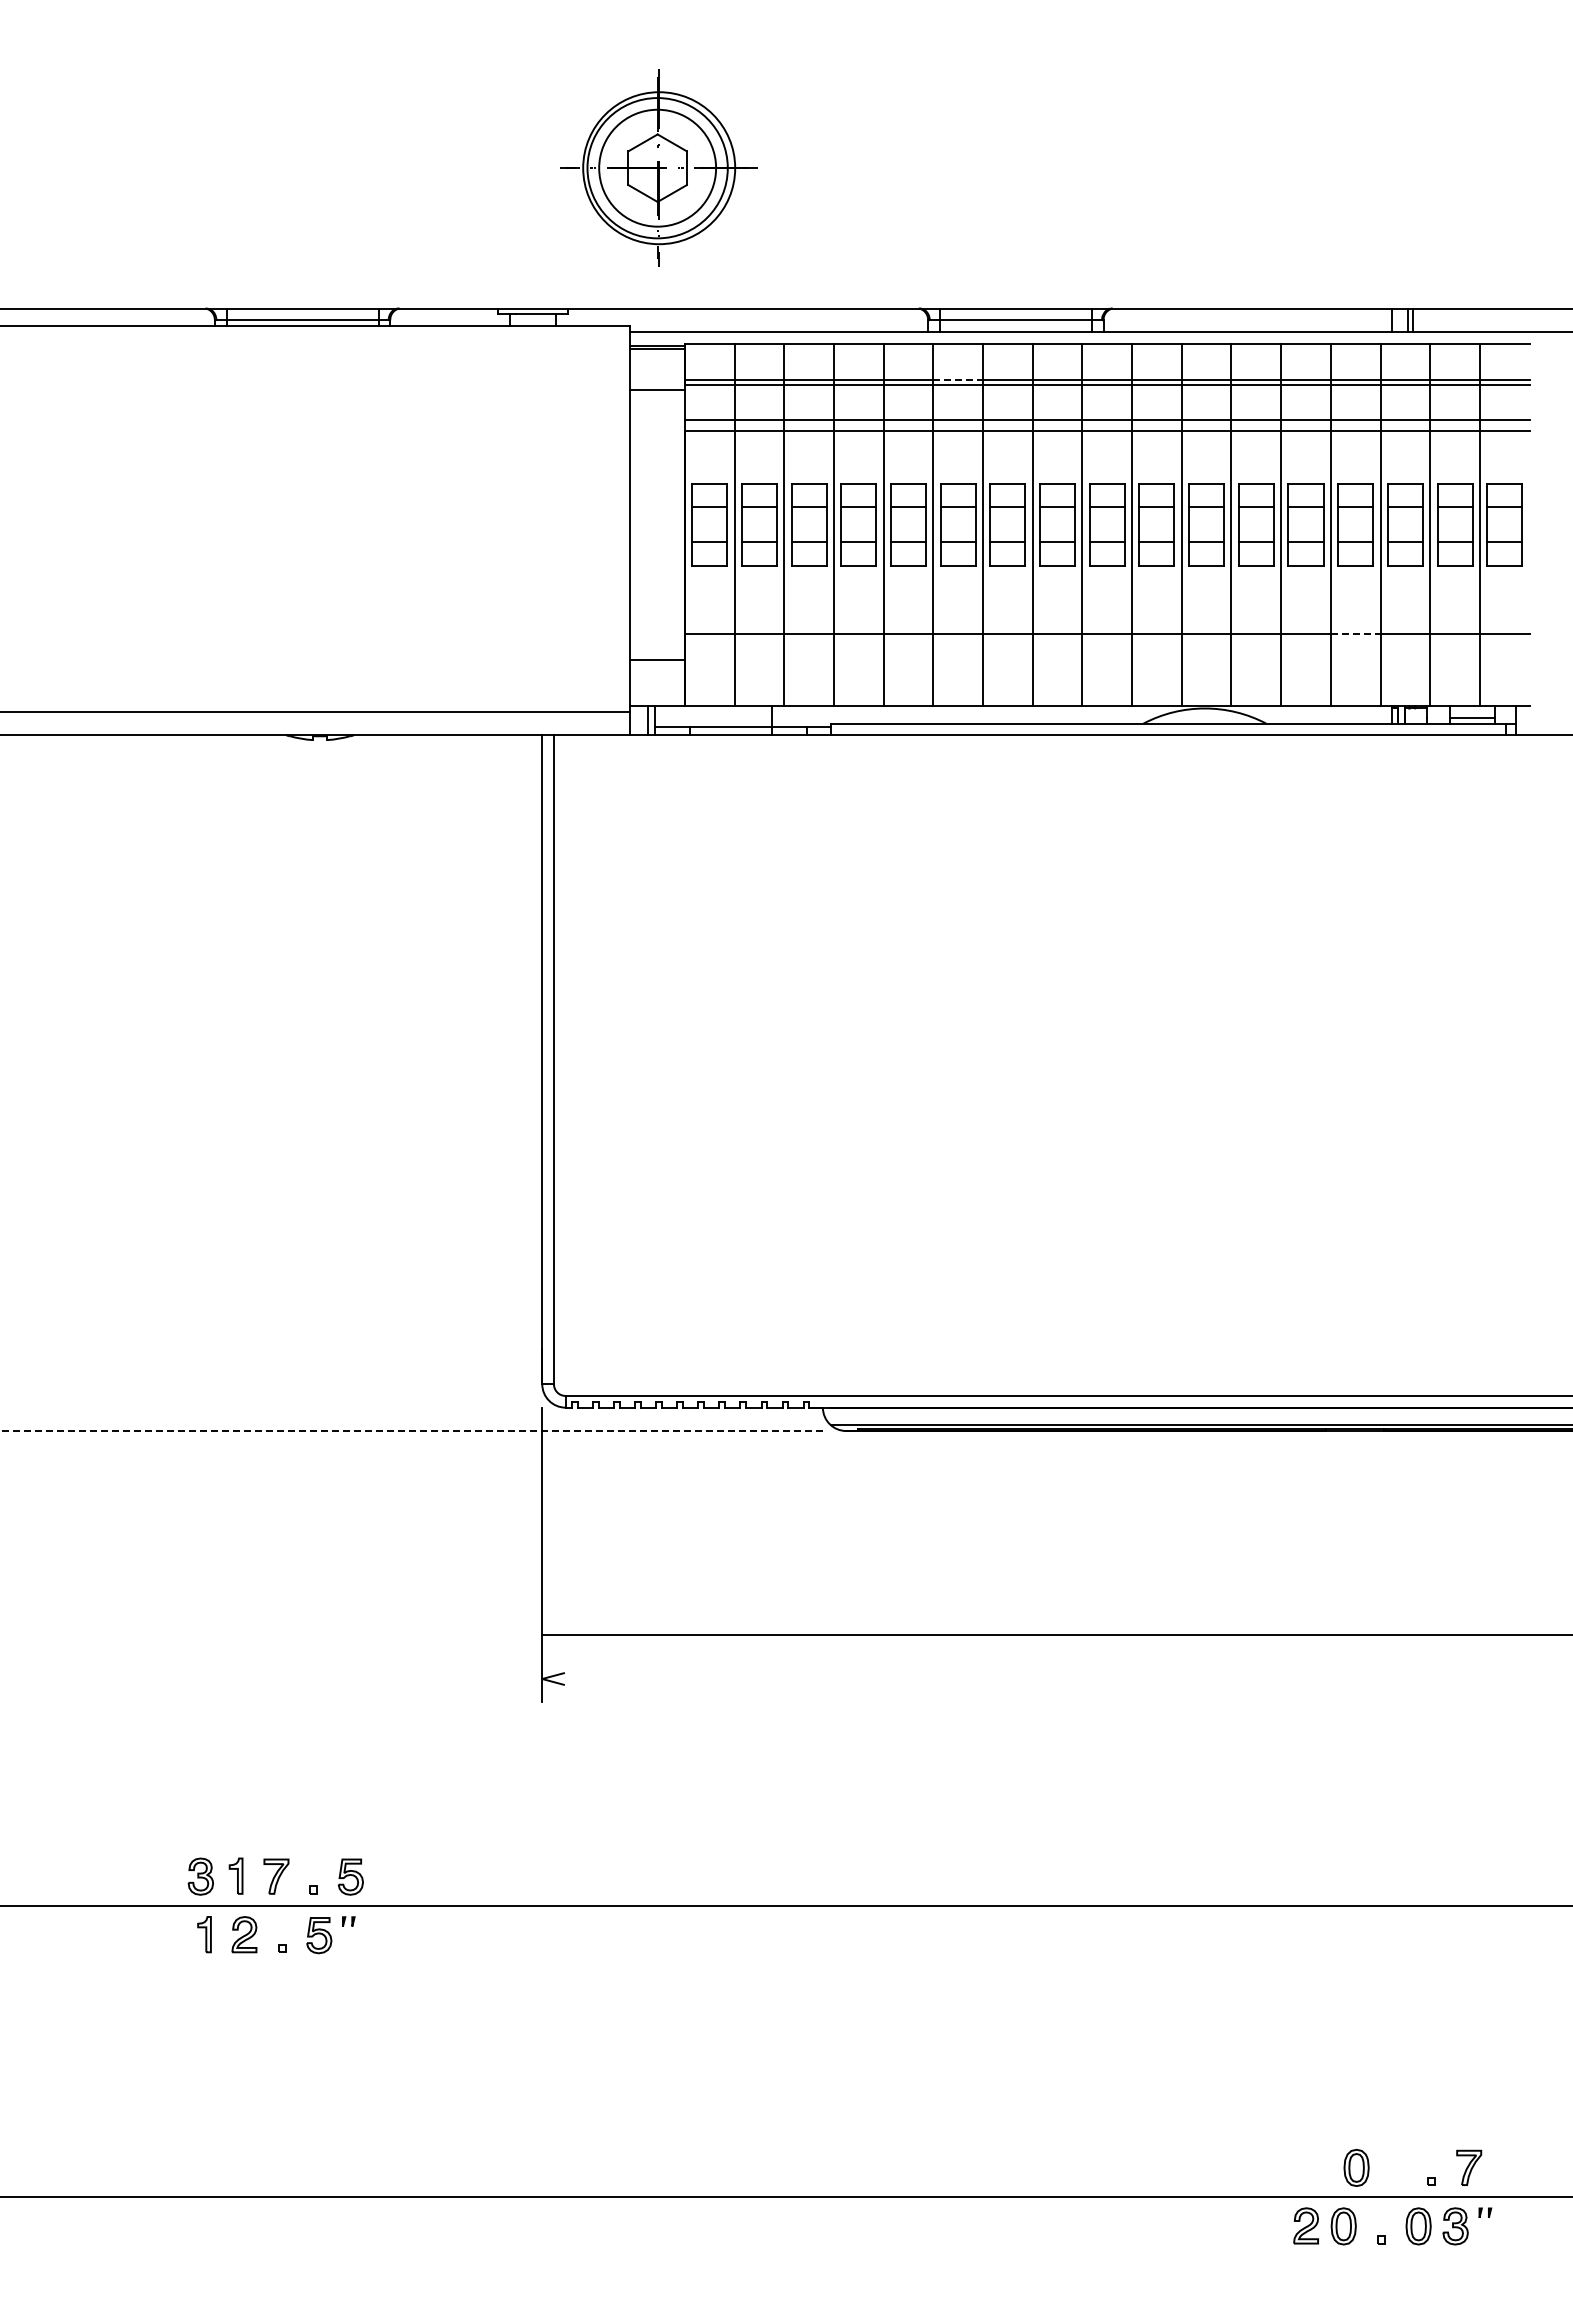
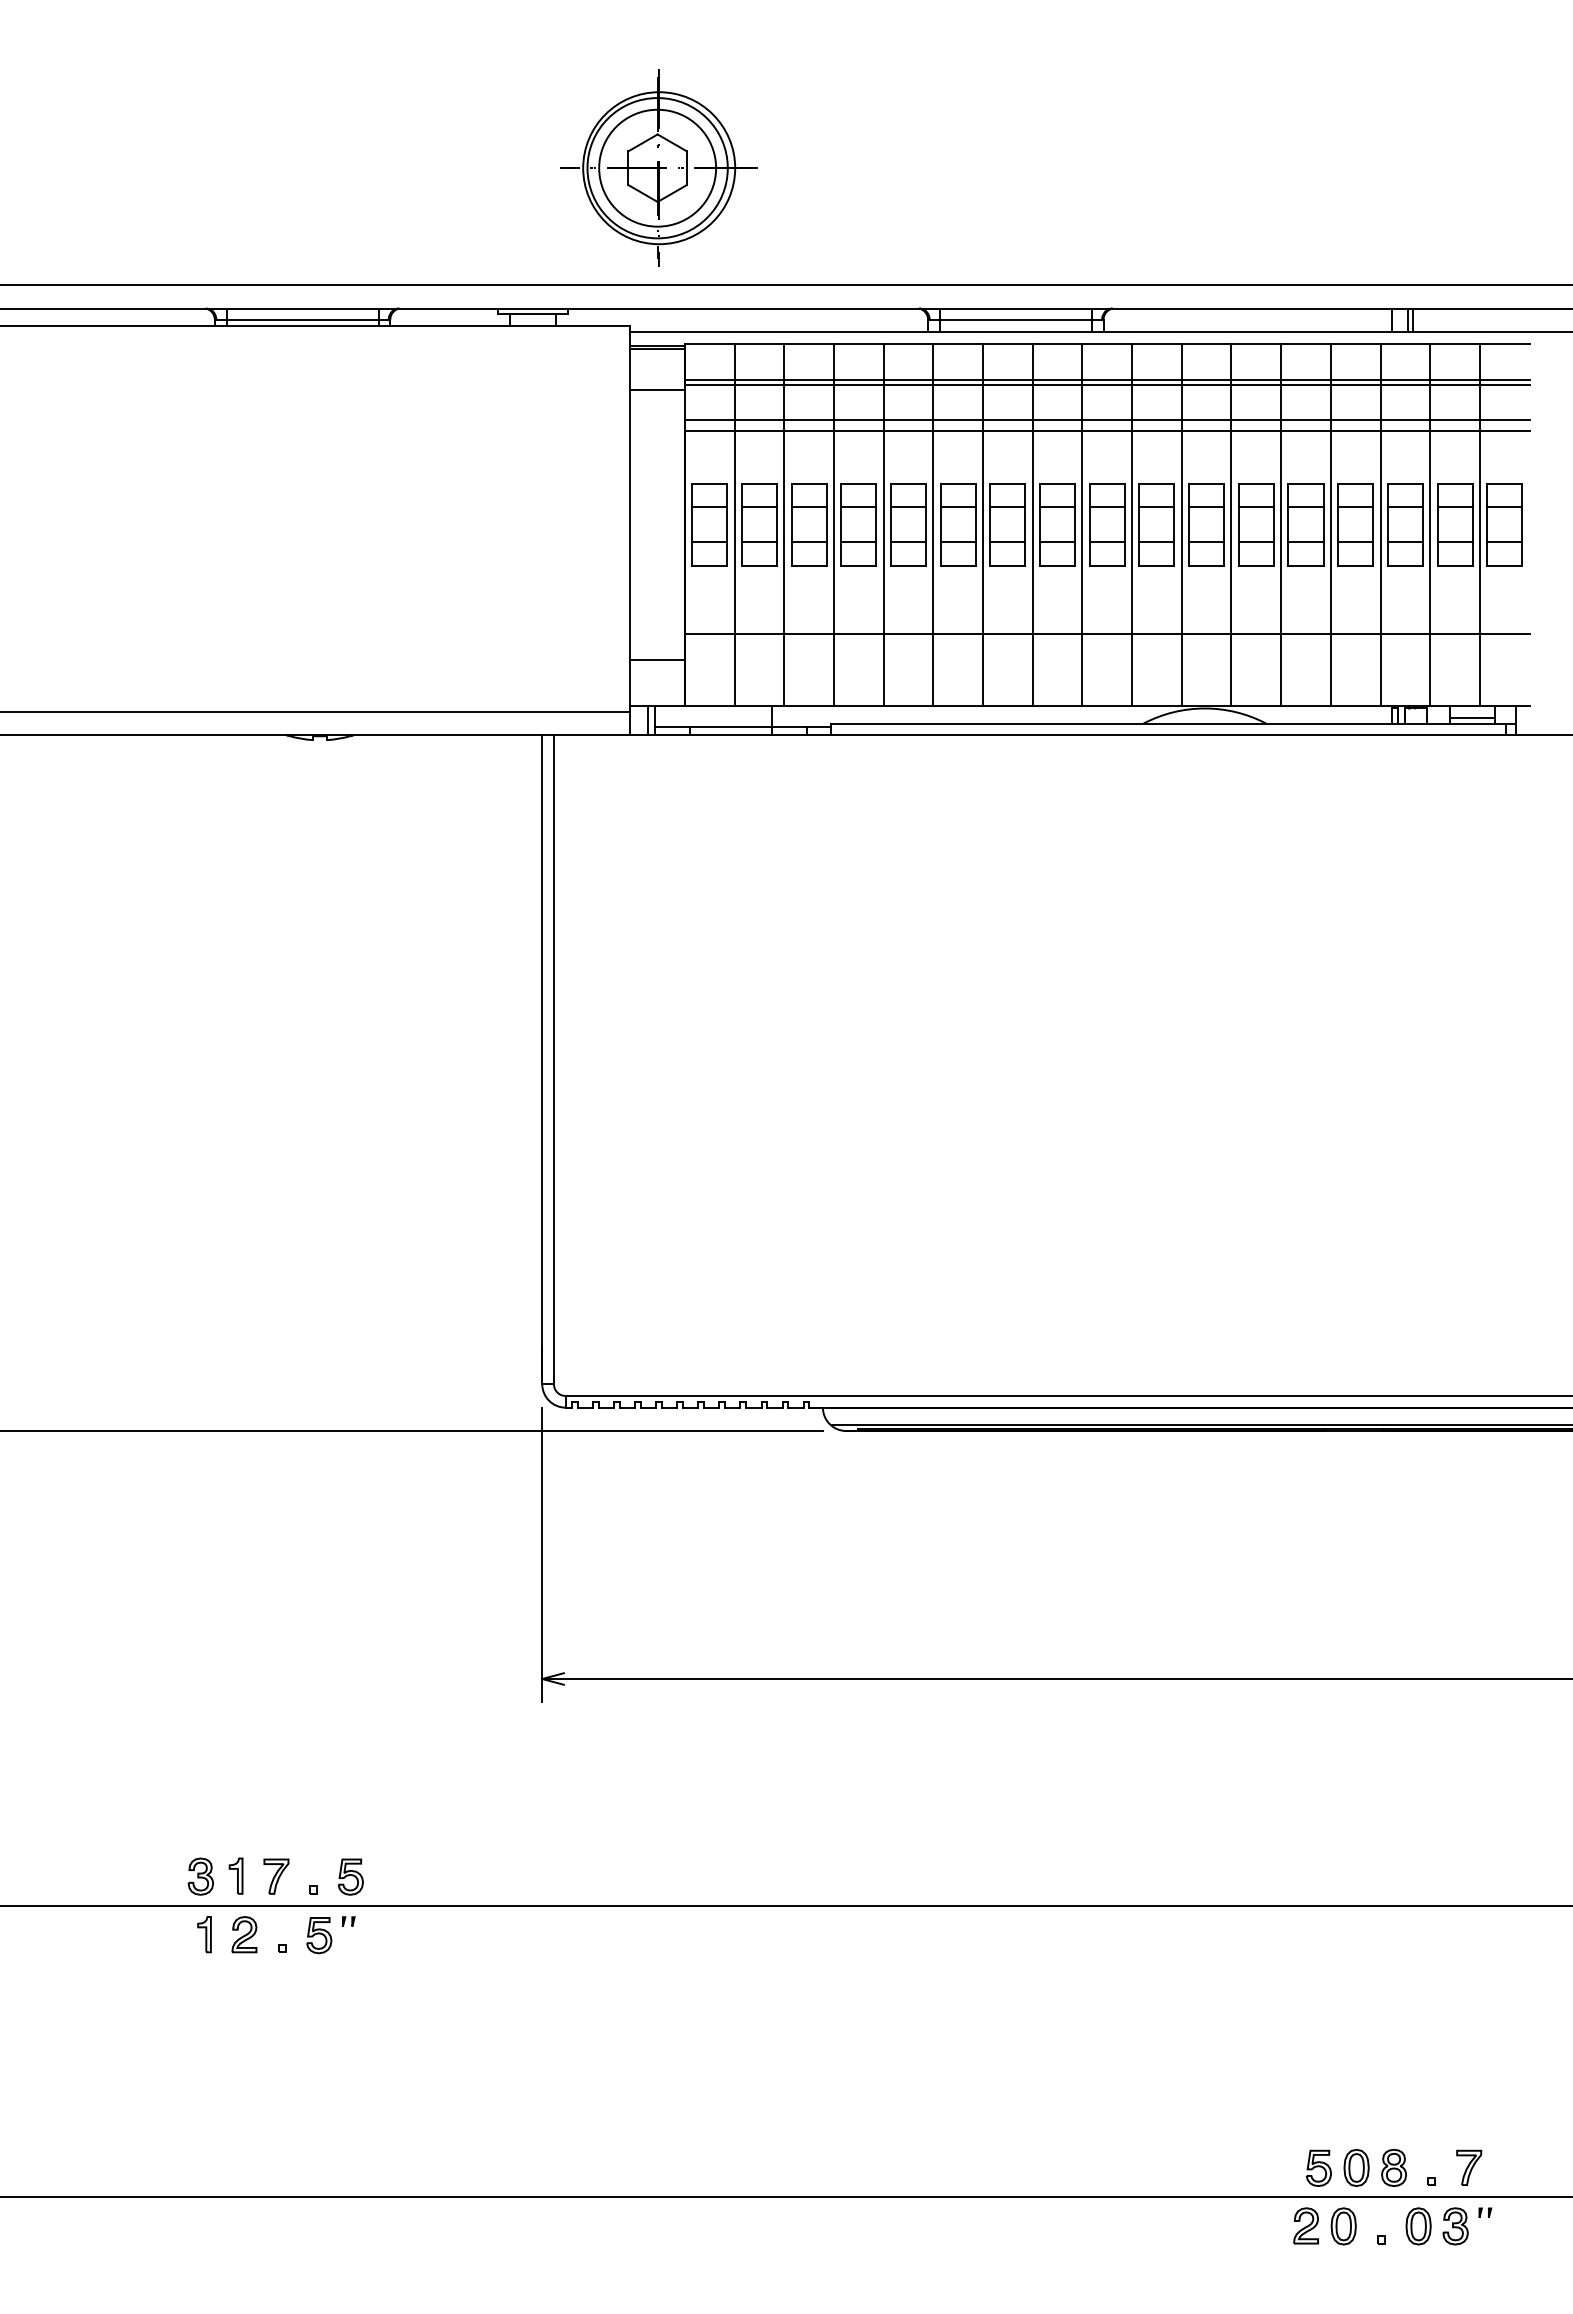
line at (785, 285): none -> present
line at (958, 379): dashed -> solid
line at (1355, 633): dashed -> solid
line at (410, 1431): dashed -> solid
line at (1055, 1635) position: (1055, 1635) -> (1055, 1679)
part at (1318, 2167): none -> present
part at (1393, 2167): none -> present
